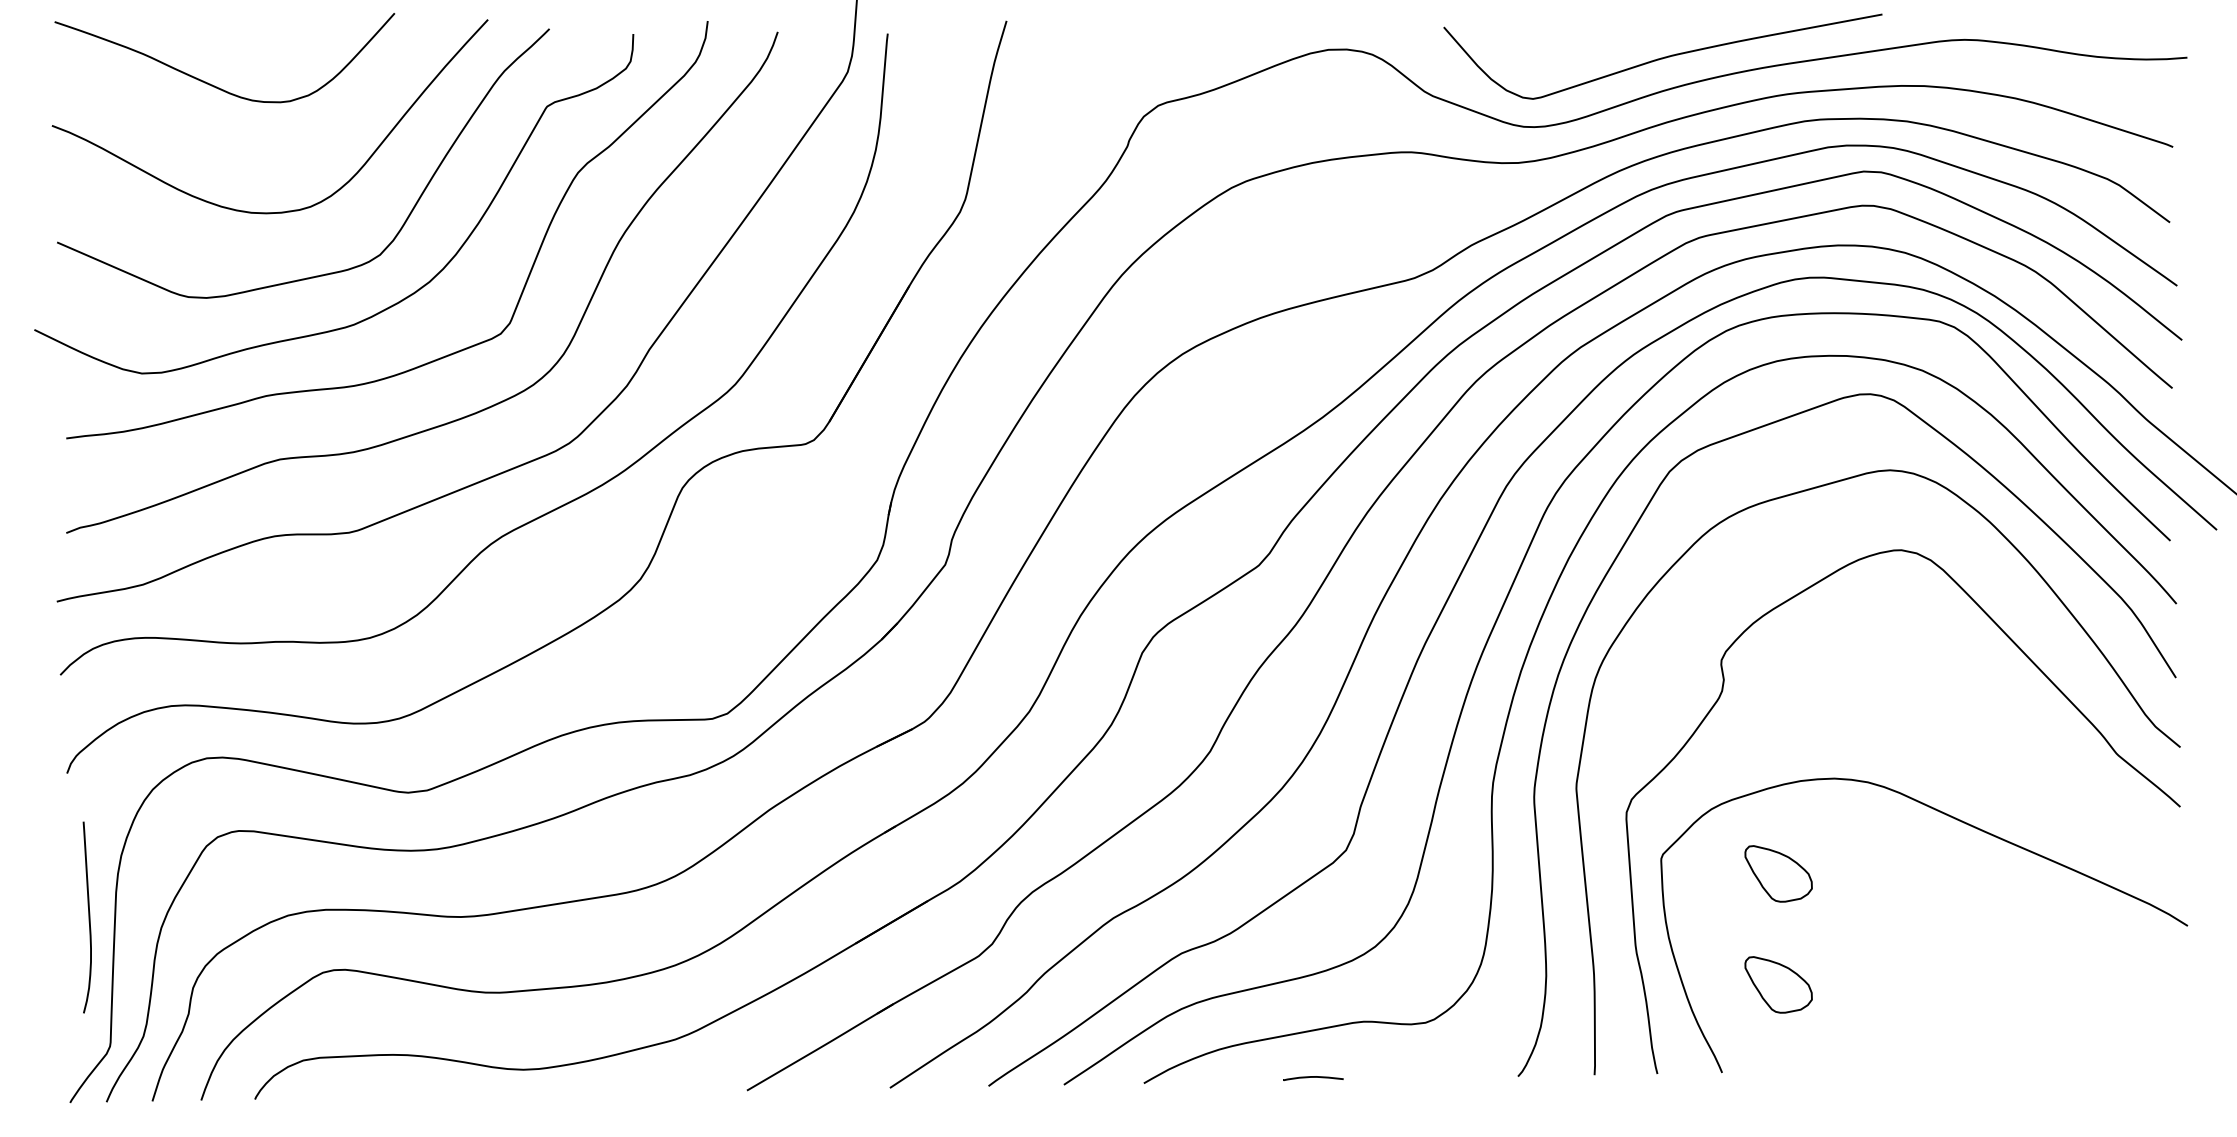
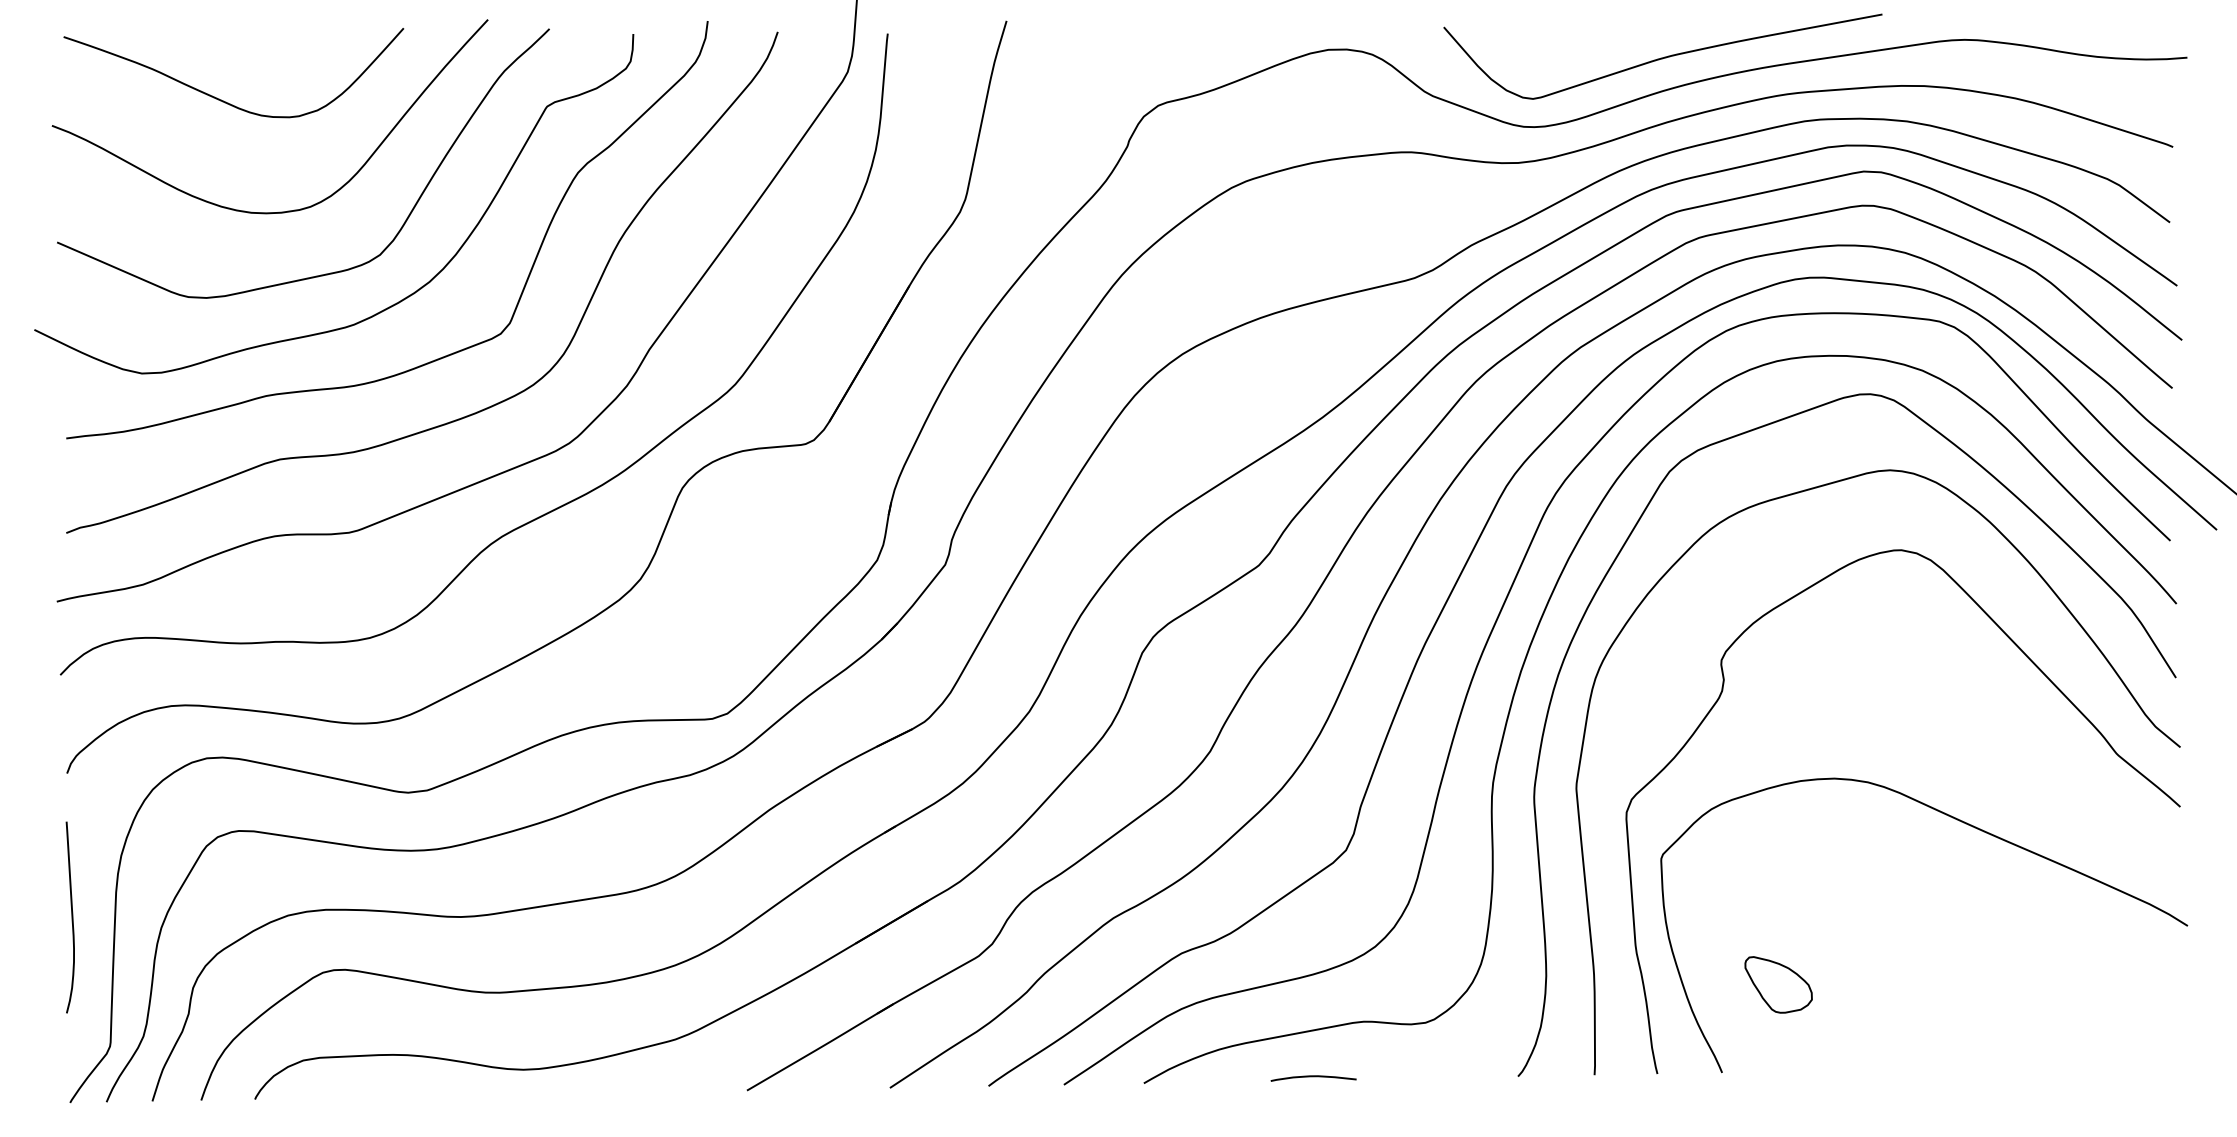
curve at (212, 84) position: (212, 84) -> (221, 99)
part at (1778, 873): present -> none
curve at (88, 917) position: (88, 917) -> (71, 917)
part at (1313, 1078) size: 61x5 px -> 87x7 px
